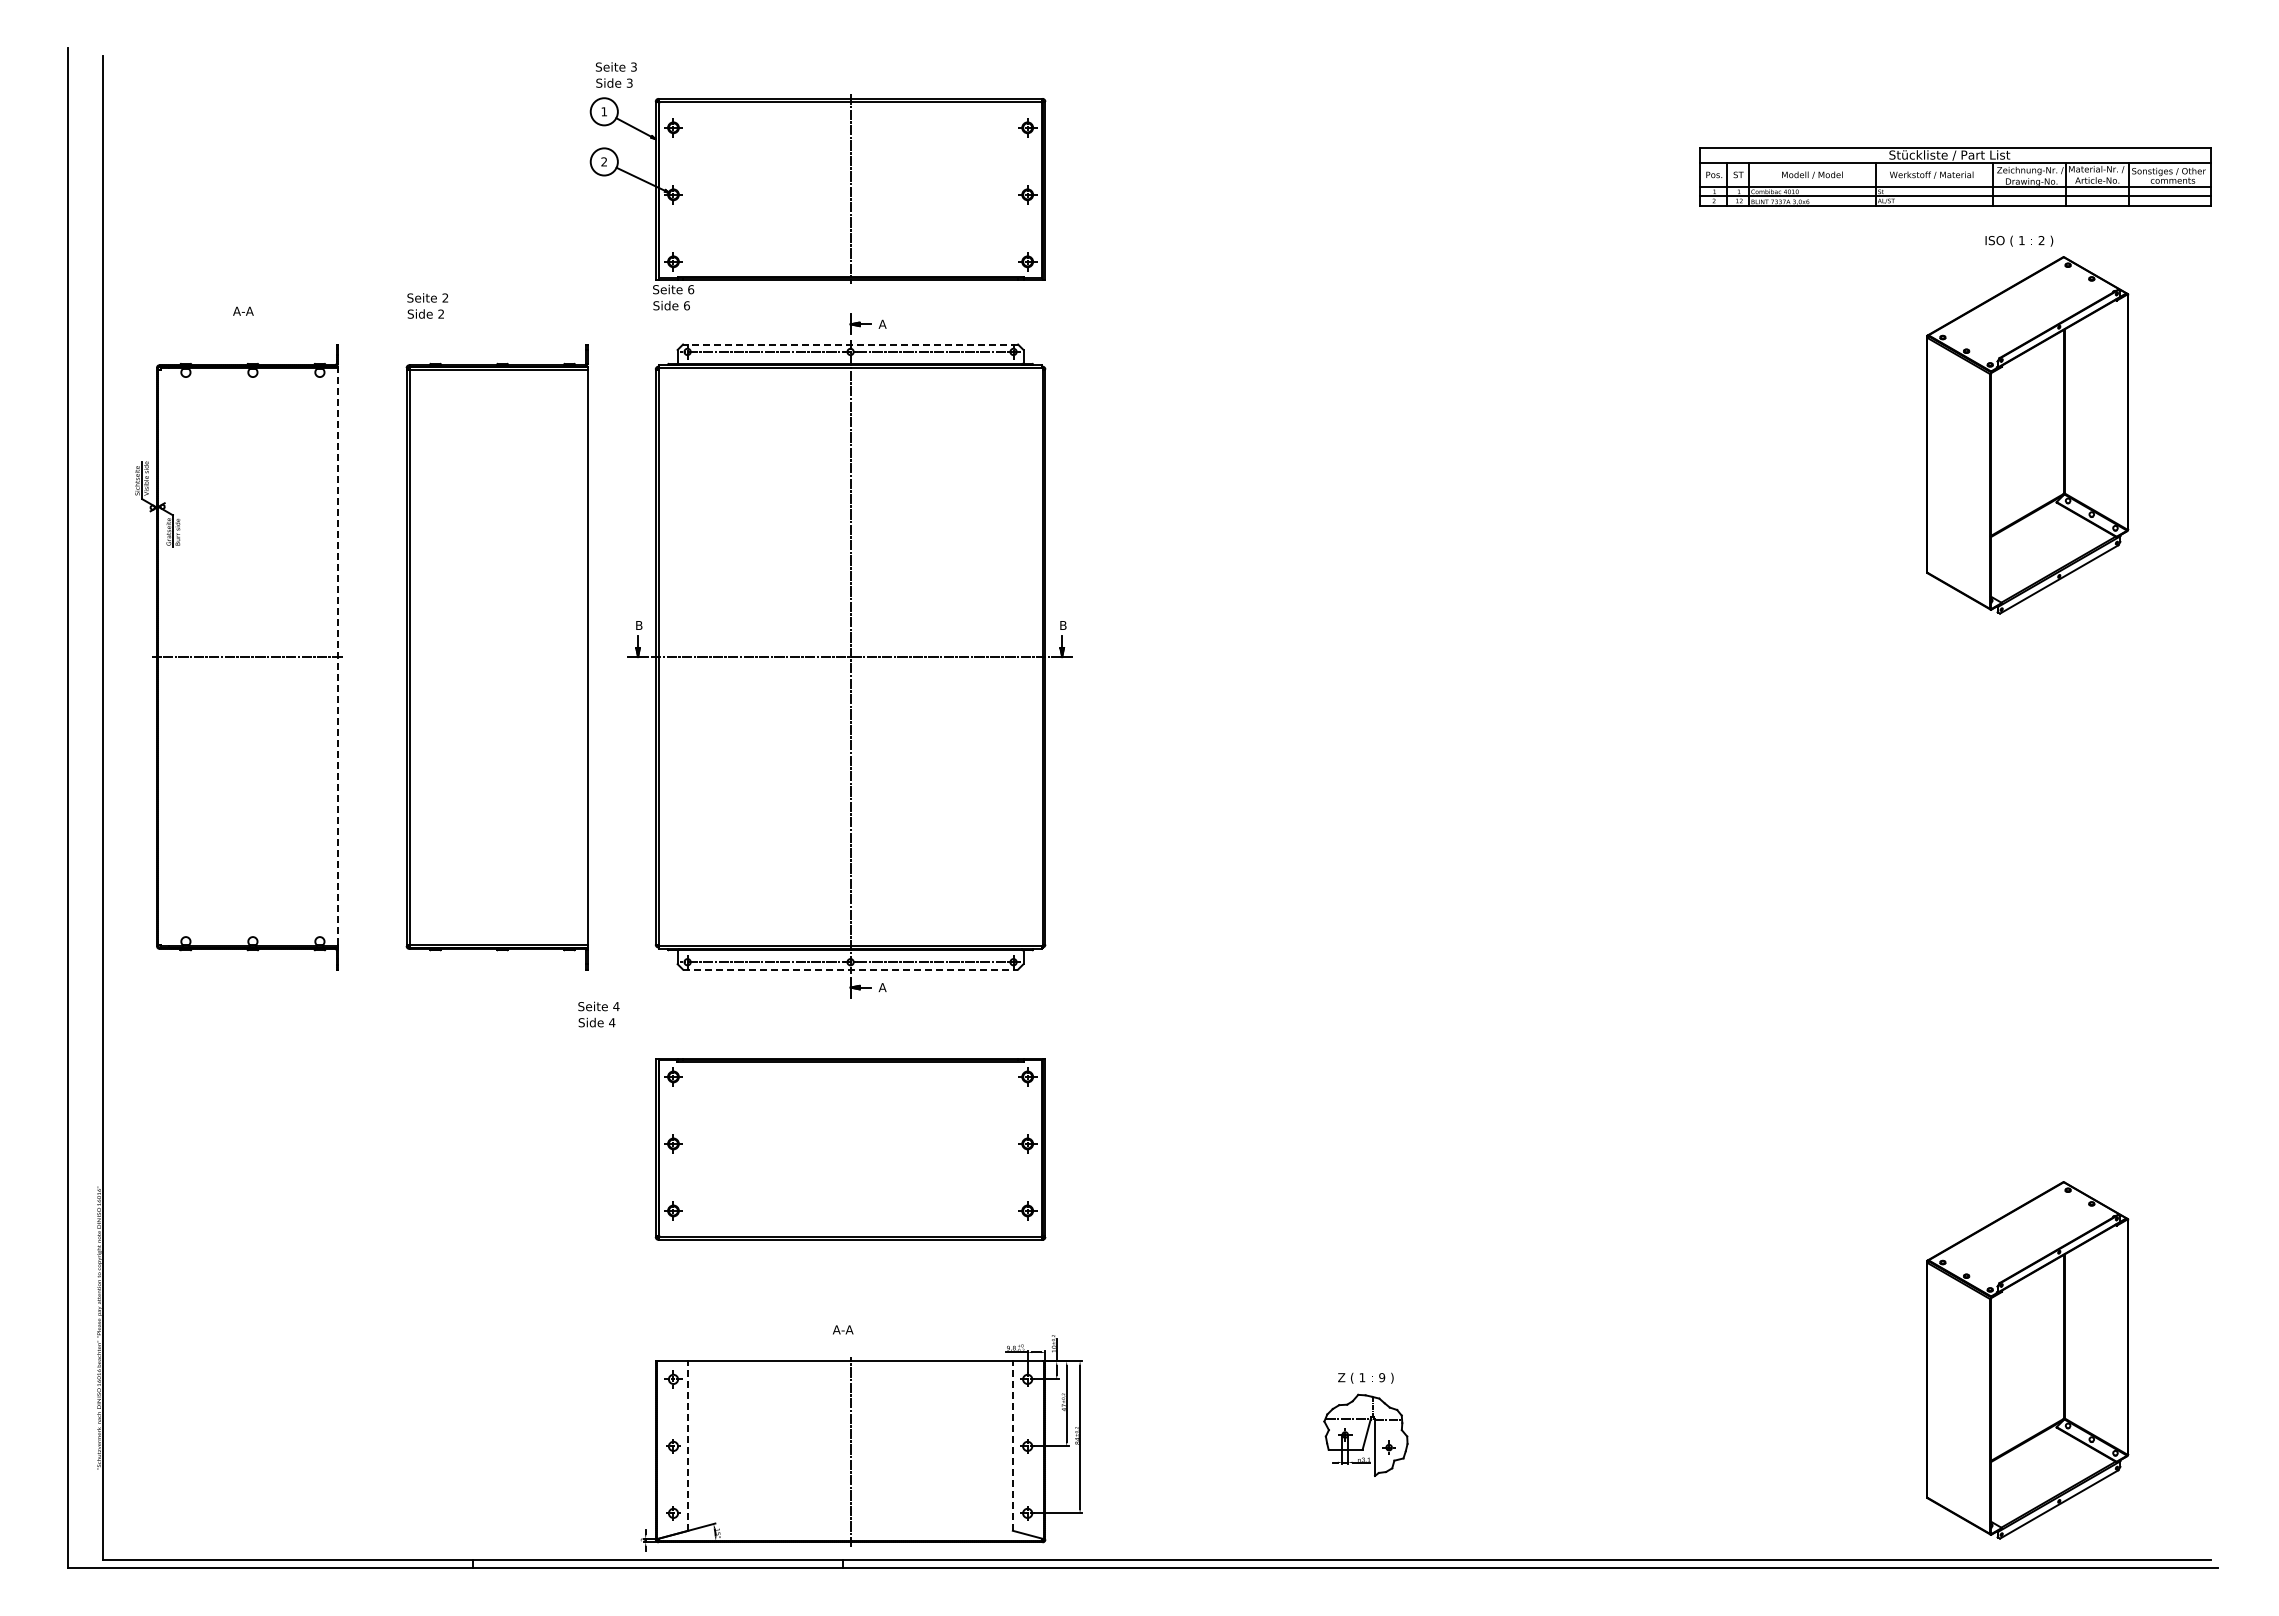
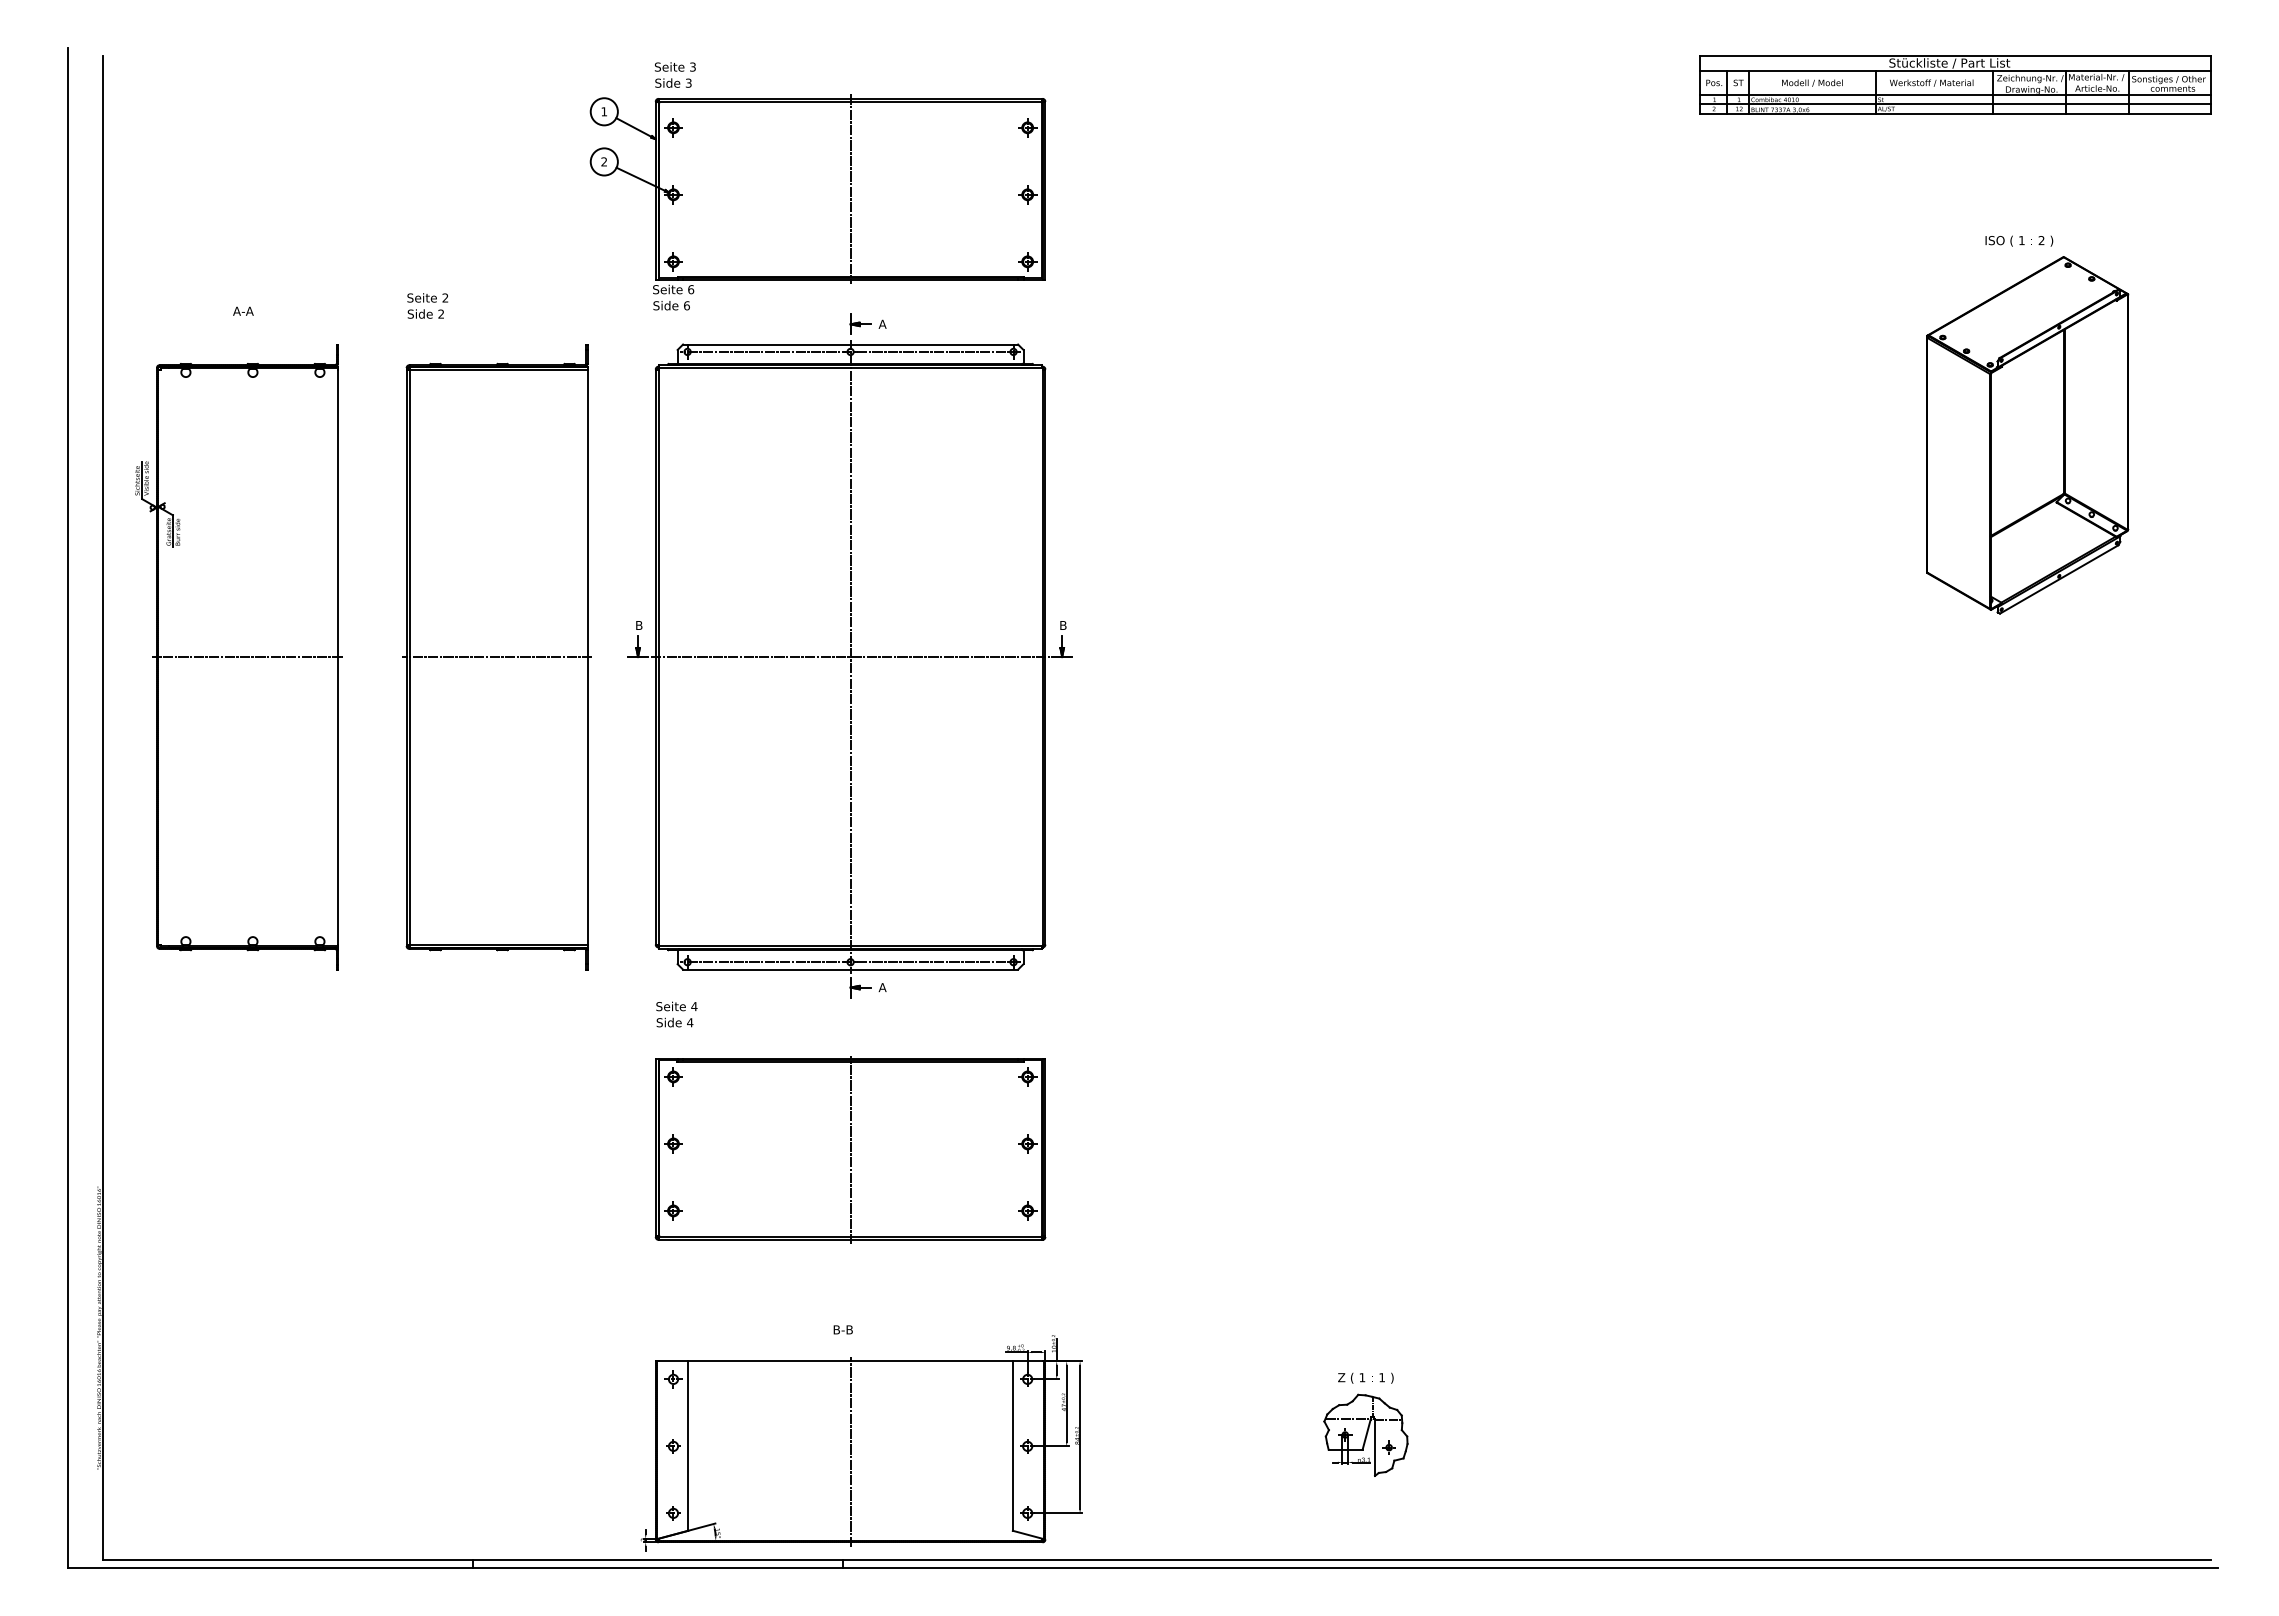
text at (615, 74) position: (615, 74) -> (674, 74)
part at (1955, 176) position: (1955, 176) -> (1955, 84)
line at (850, 344): dashed -> solid
line at (338, 657): dashed -> solid
line at (497, 657): none -> present
line at (850, 969): dashed -> solid
text at (598, 1014) position: (598, 1014) -> (676, 1014)
line at (850, 1149): none -> present
text at (842, 1329): A-A -> B-B
part at (2027, 1360): present -> none
text at (1382, 1377): 9 -> 1
line at (688, 1446): dashed -> solid
line at (1012, 1446): dashed -> solid
